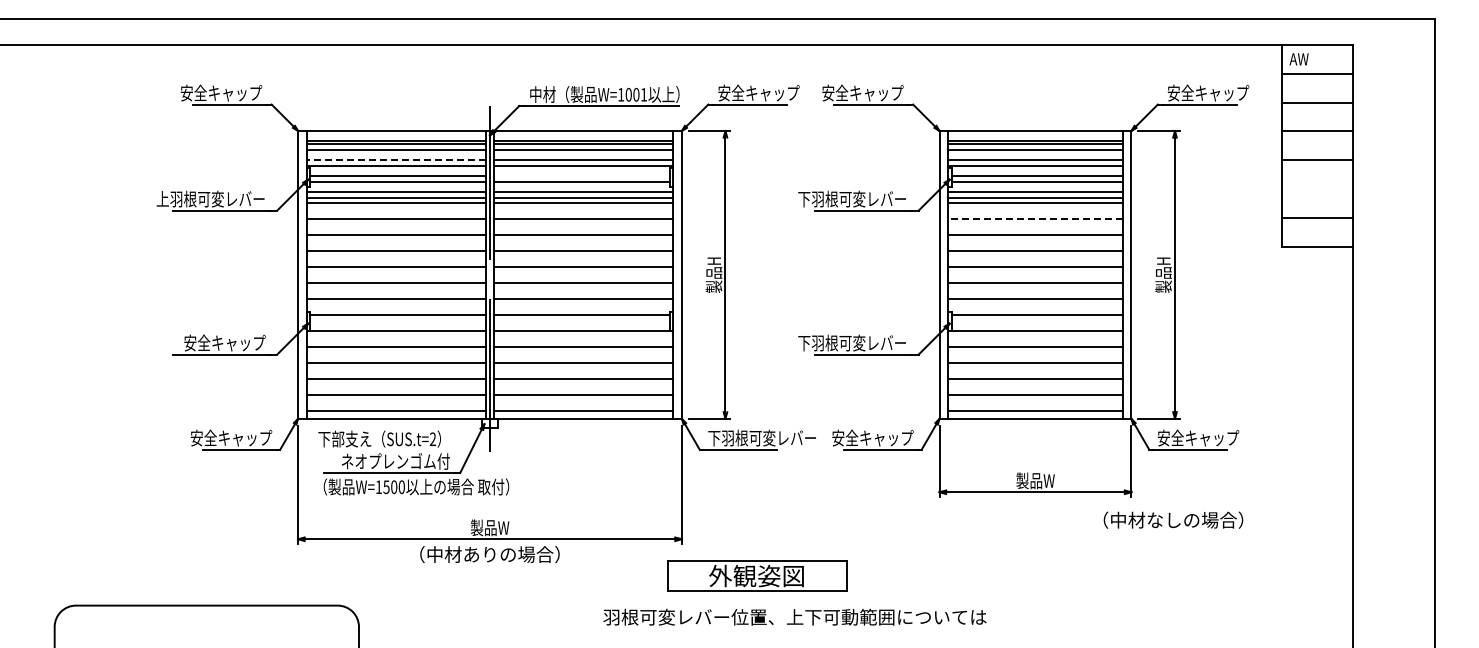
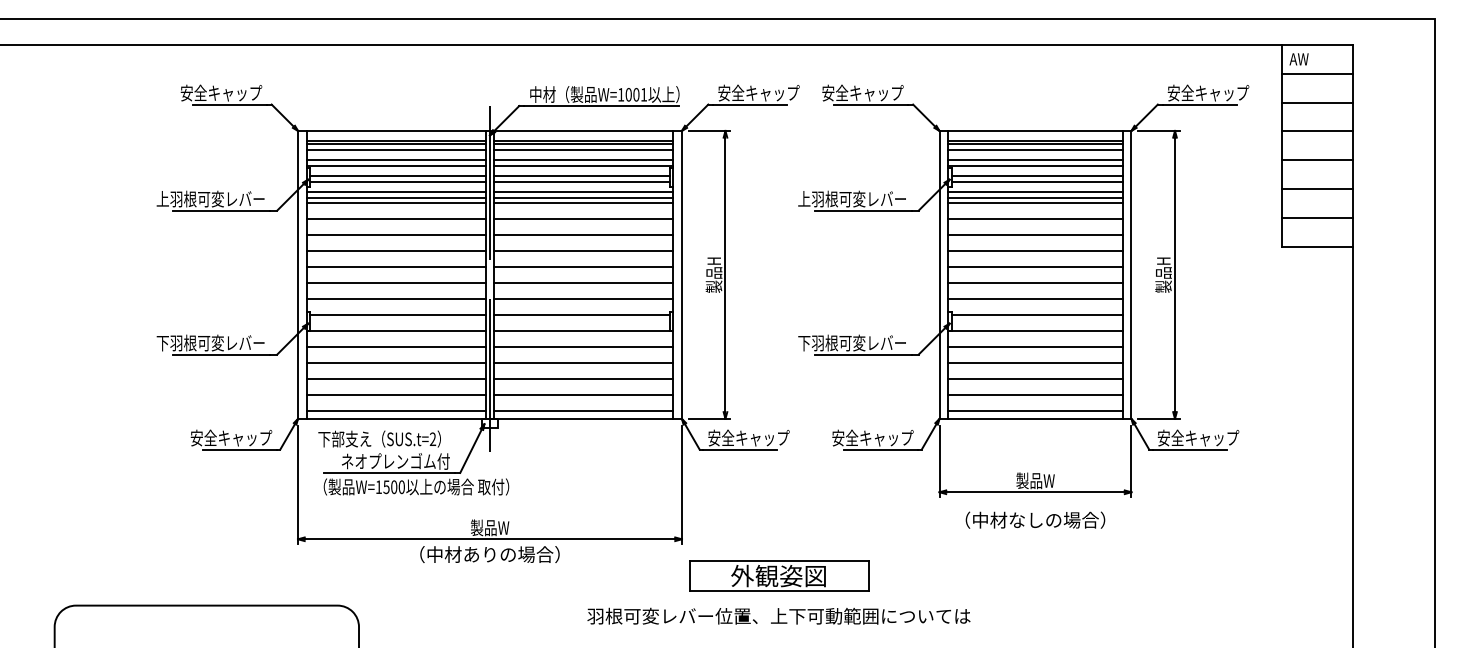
line at (396, 159): dashed -> solid
line at (581, 175): none -> present
line at (1317, 188): none -> present
text at (804, 199): 下羽根可変レバー -> 上羽根可変レバー
line at (1035, 218): dashed -> solid
text at (210, 342): 安全キャップ -> 下羽根可変レバー
text at (761, 437): 下羽根可変レバー -> 安全キャップ
text at (1173, 519) position: (1173, 519) -> (1035, 519)
part at (757, 575) position: (757, 575) -> (779, 575)
text at (794, 616) position: (794, 616) -> (778, 615)
